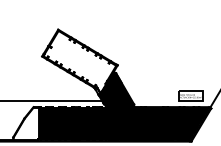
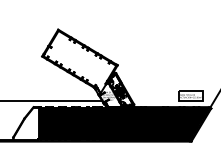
hatch at (116, 90): present -> none
